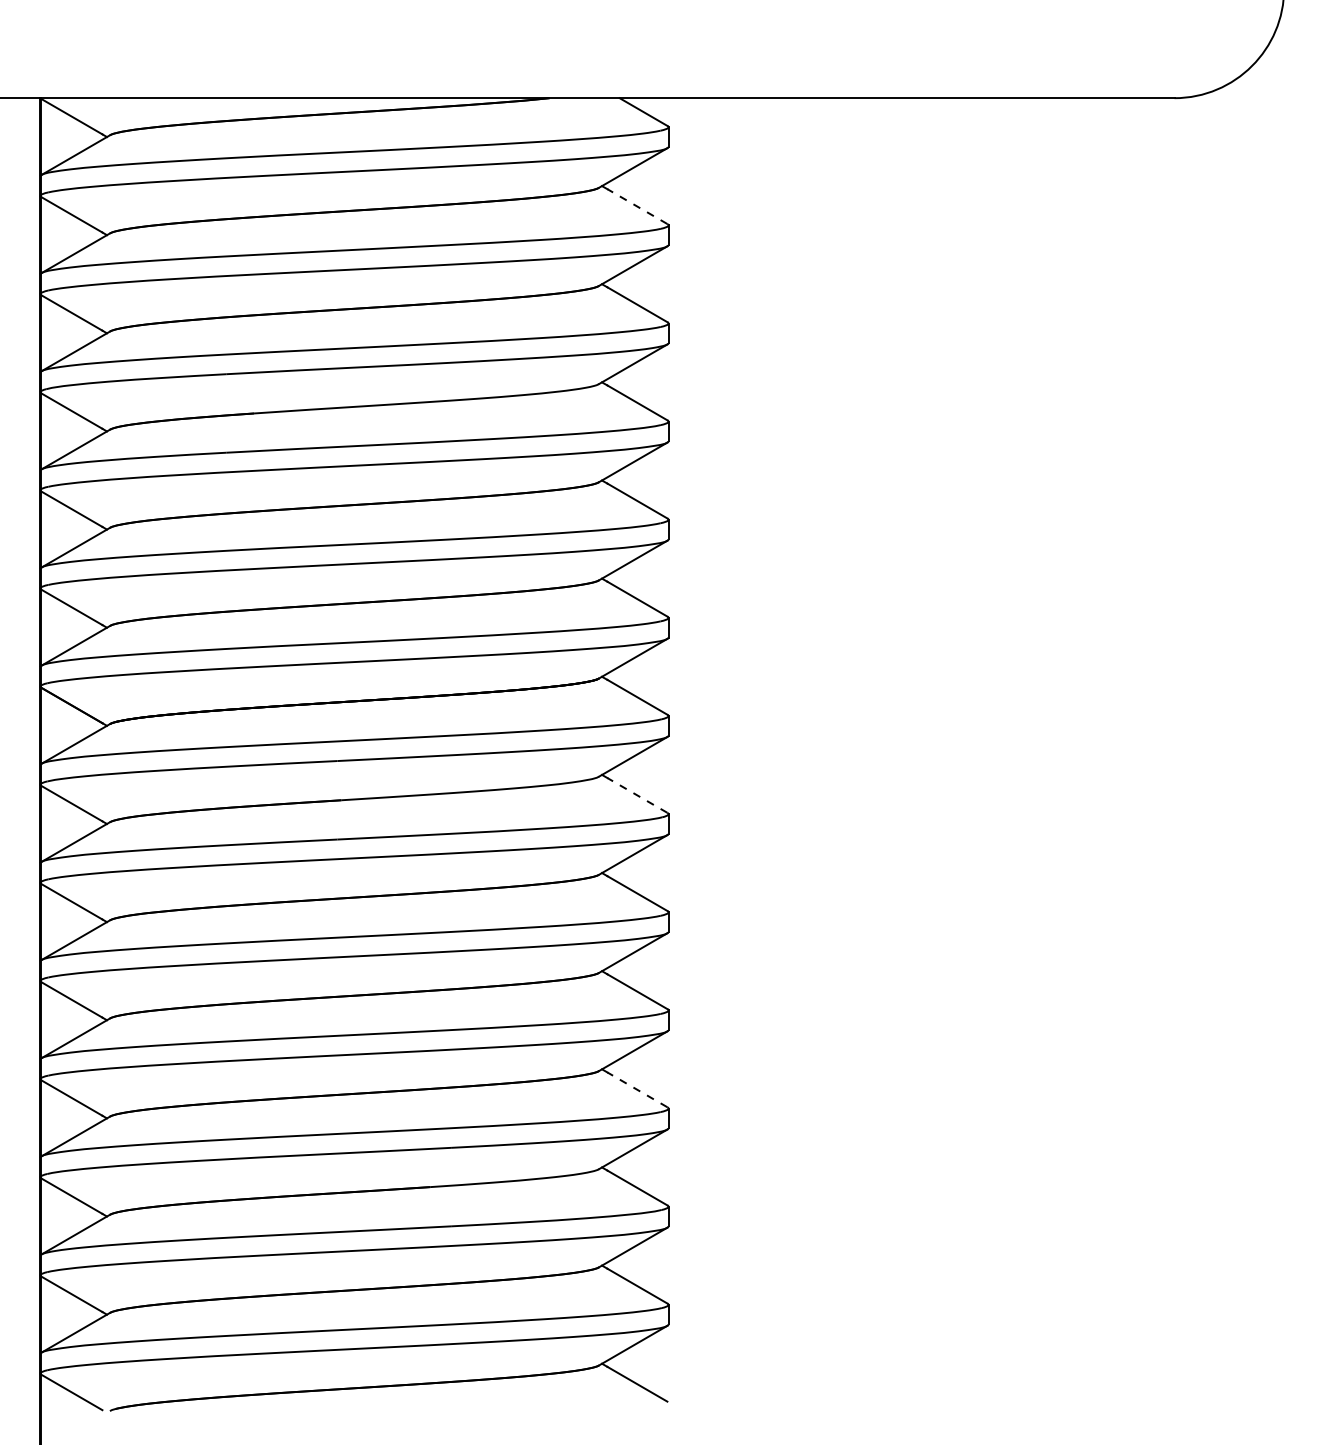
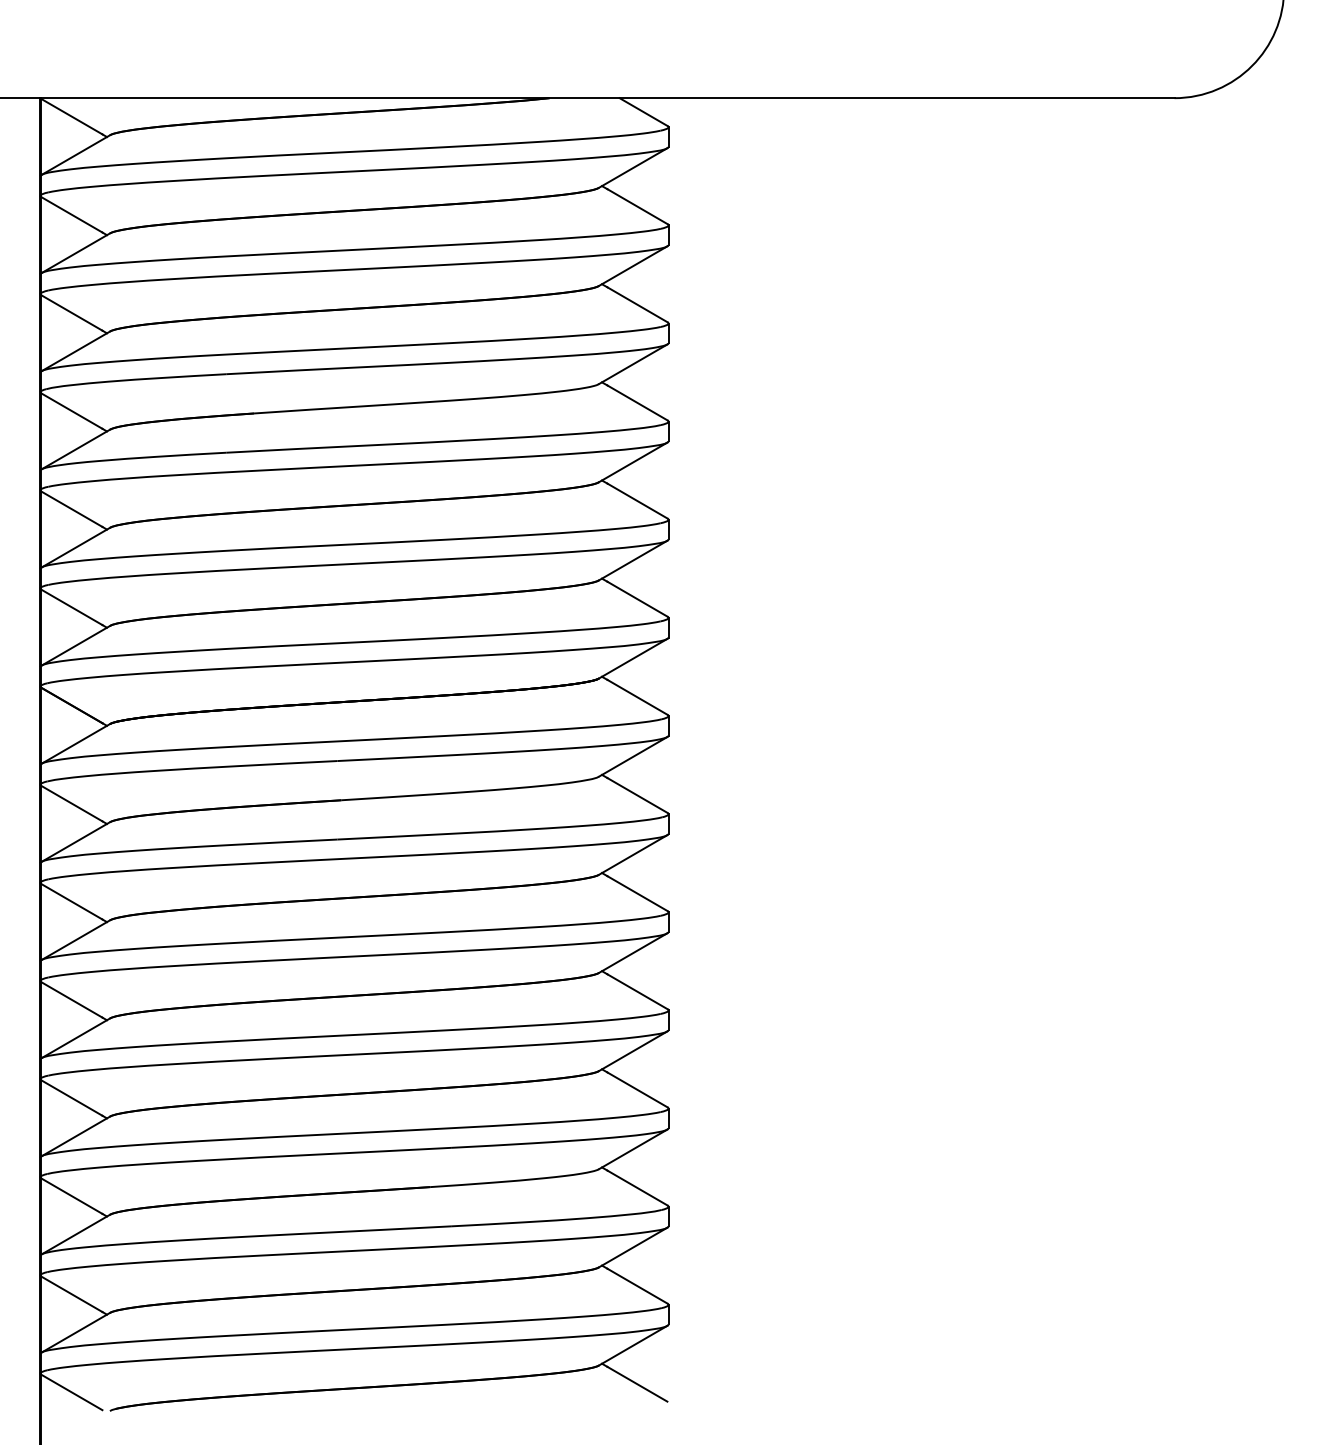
line at (637, 206): dashed -> solid
line at (637, 795): dashed -> solid
line at (637, 1089): dashed -> solid
